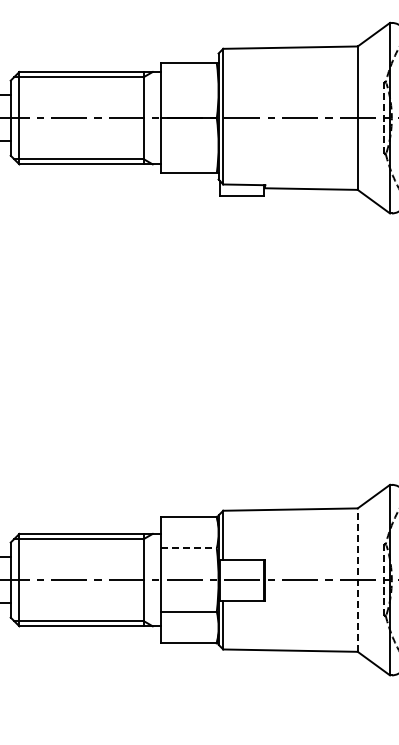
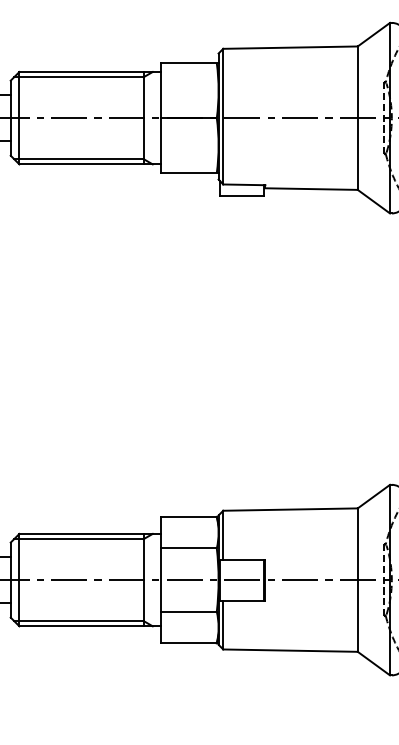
line at (188, 548): dashed -> solid
line at (357, 580): dashed -> solid
